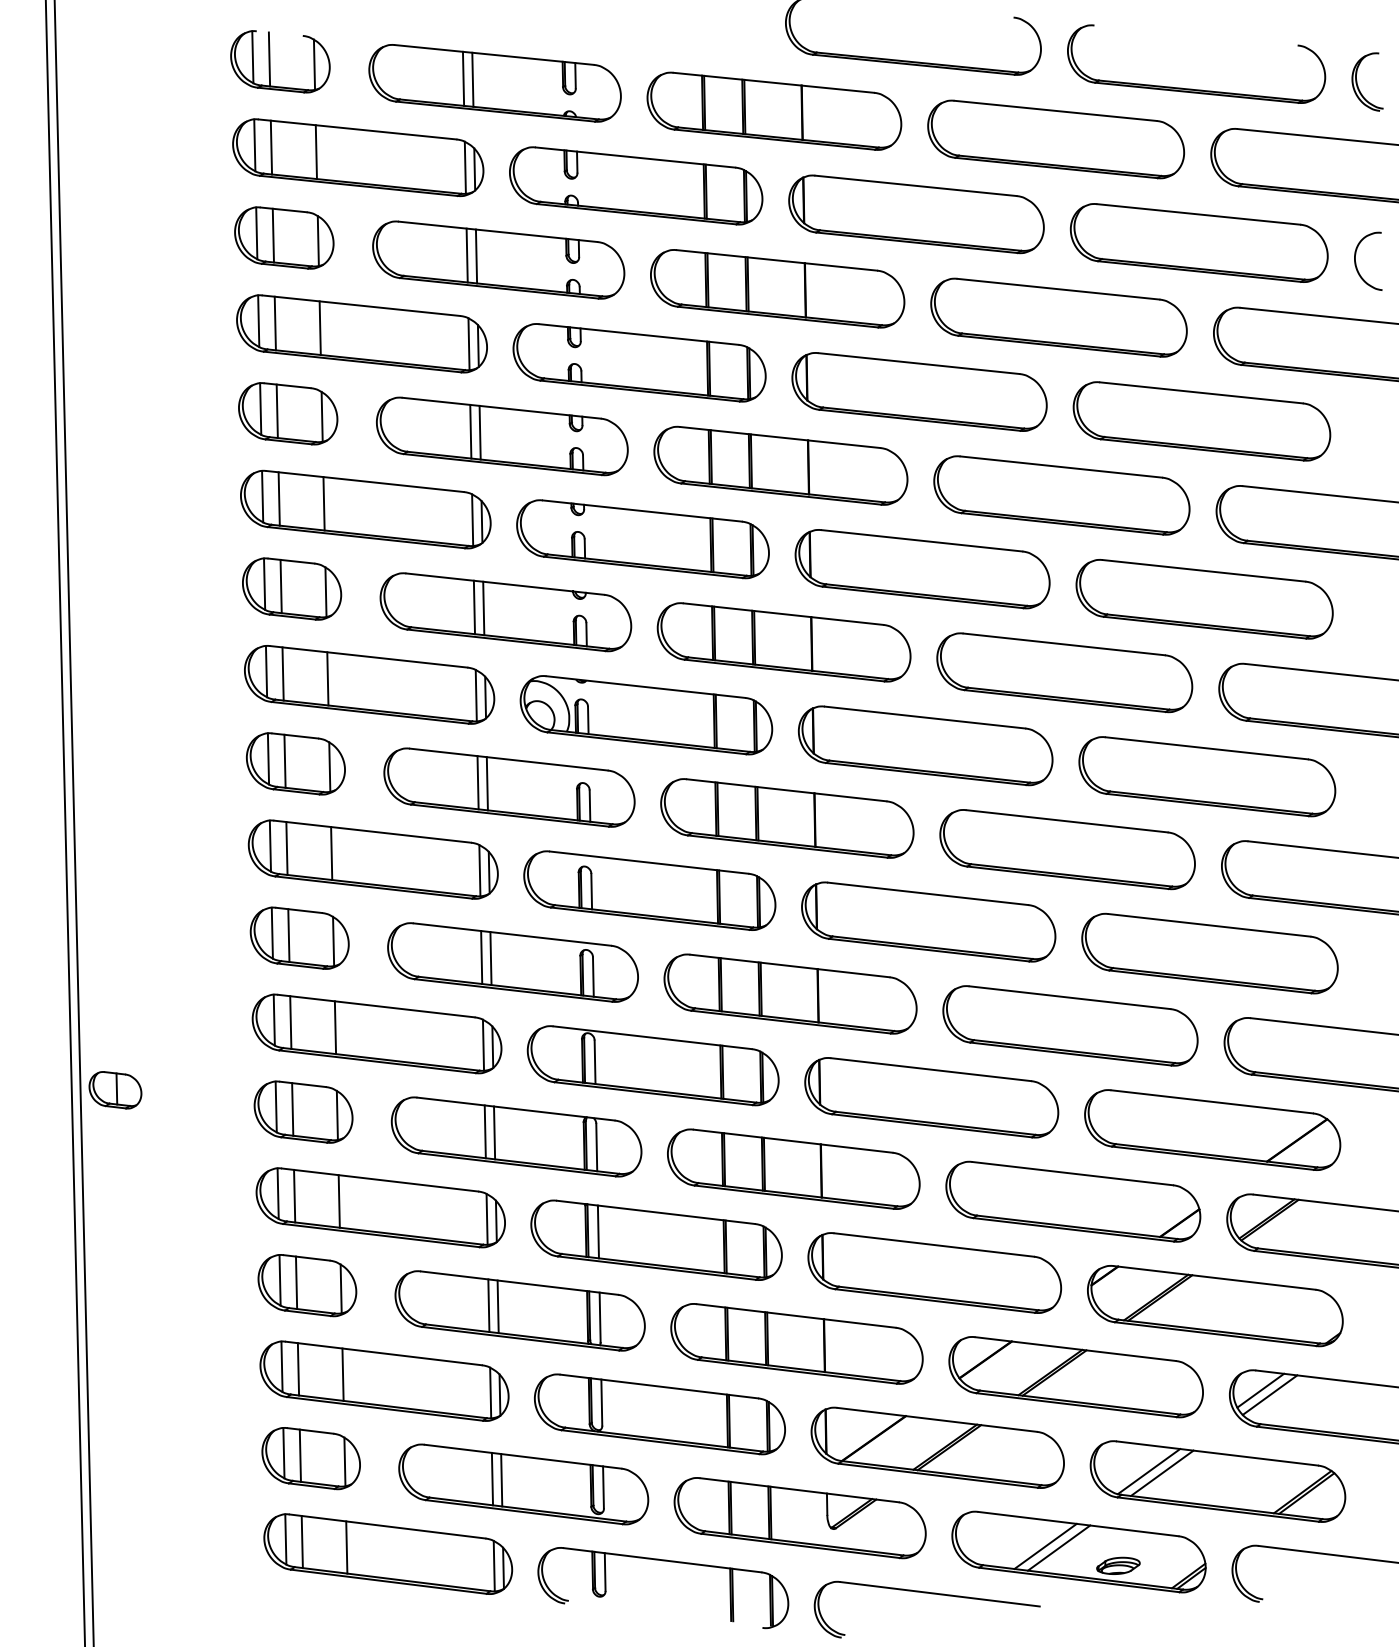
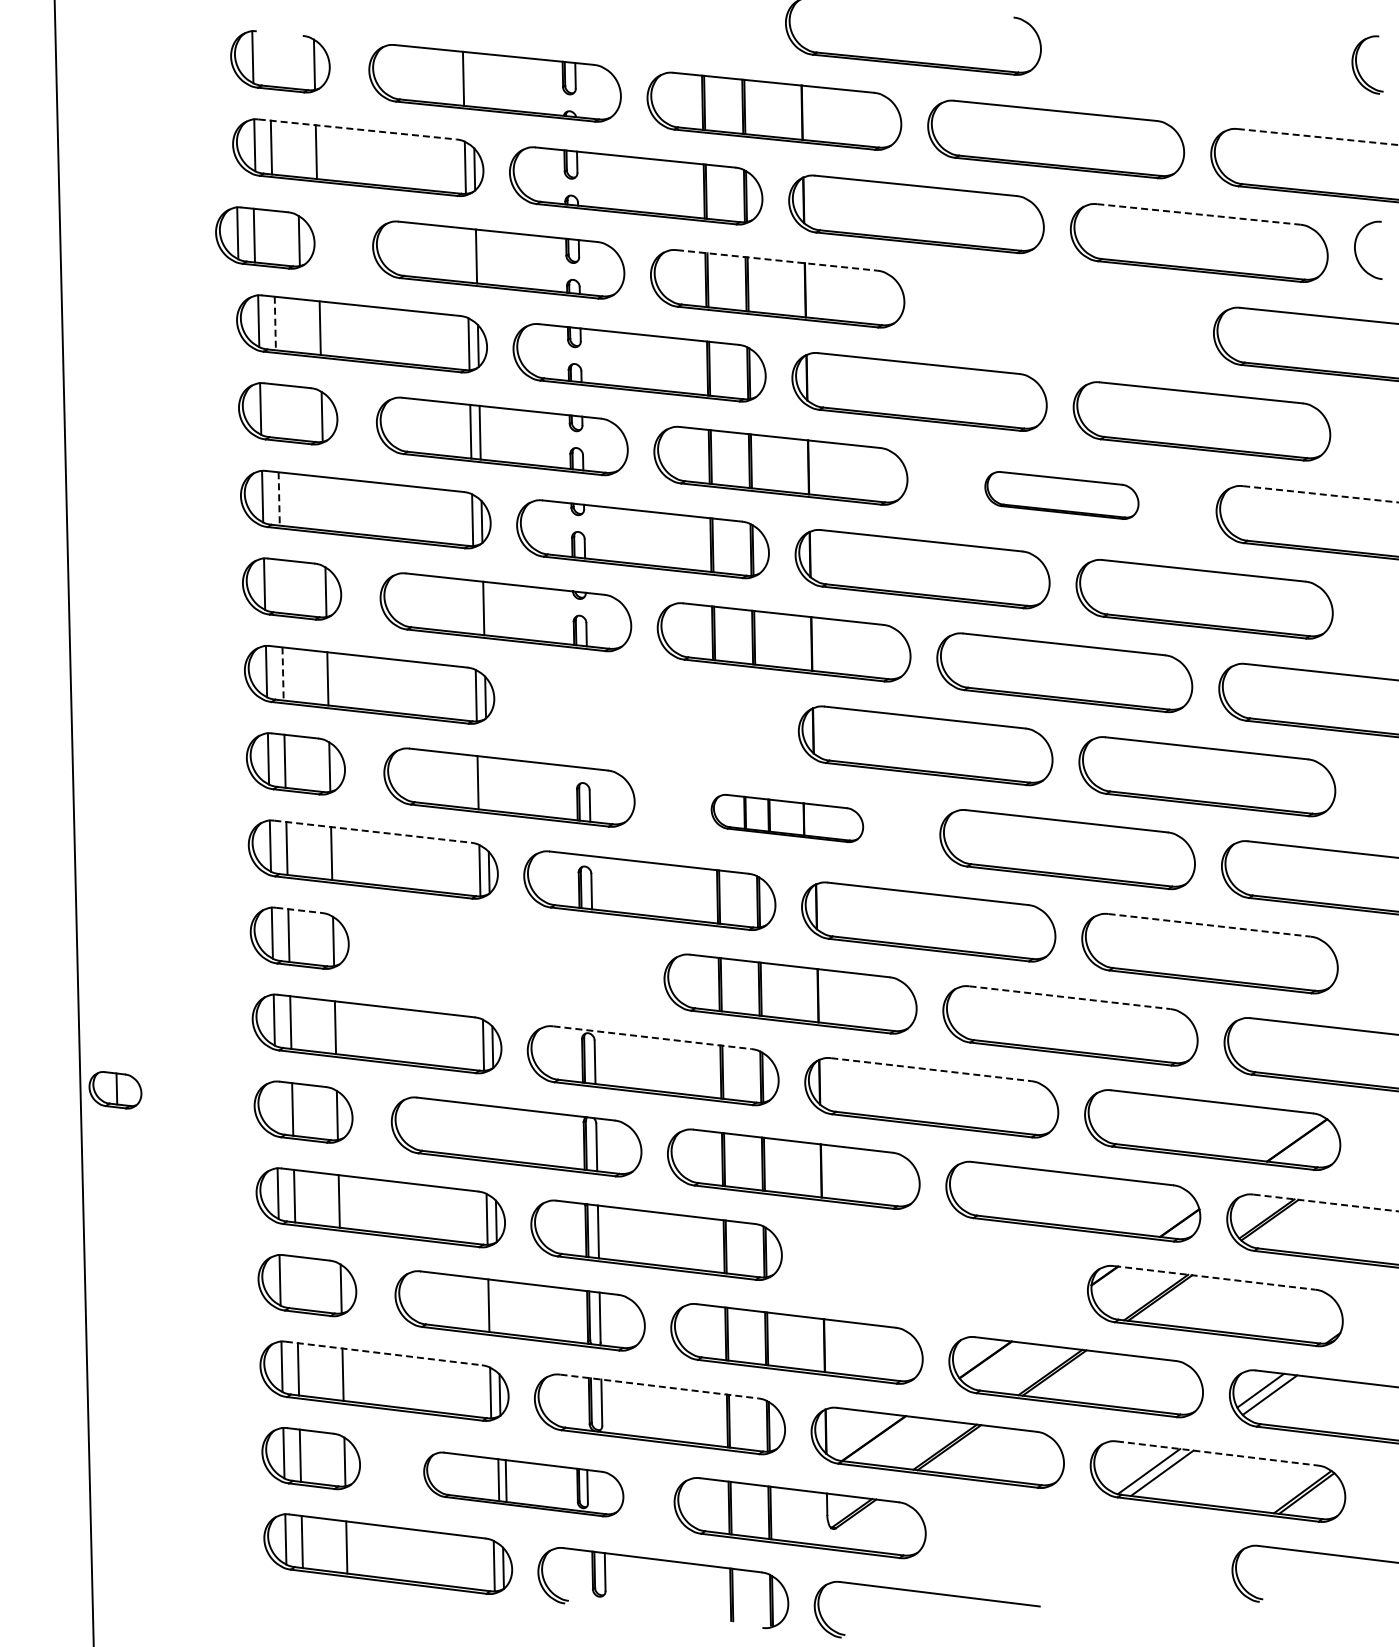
line at (269, 59): present -> none
line at (472, 79): present -> none
part at (1358, 85) position: (1358, 85) -> (1358, 68)
part at (1192, 88): present -> none
line at (358, 129): solid -> dashed
line at (1318, 137): solid -> dashed
line at (1198, 214): solid -> dashed
part at (284, 237) position: (284, 237) -> (265, 237)
line at (466, 255): present -> none
line at (777, 260): solid -> dashed
curve at (1356, 262) position: (1356, 262) -> (1356, 251)
part at (1058, 317): present -> none
line at (275, 323): solid -> dashed
line at (276, 411): present -> none
line at (1321, 494): solid -> dashed
part at (1061, 495) size: 258x81 px -> 156x49 px
line at (279, 498): solid -> dashed
line at (323, 503): present -> none
line at (280, 586): present -> none
line at (474, 607): present -> none
line at (283, 673): solid -> dashed
part at (646, 715): present -> none
line at (486, 783): present -> none
part at (787, 818) size: 255x81 px -> 155x50 px
line at (64, 822): present -> none
line at (372, 831): solid -> dashed
line at (299, 910): solid -> dashed
line at (1209, 925): solid -> dashed
part at (512, 962): present -> none
line at (1070, 997): solid -> dashed
line at (652, 1037): solid -> dashed
line at (931, 1069): solid -> dashed
line at (275, 1106): present -> none
line at (484, 1131): present -> none
line at (494, 1132): present -> none
line at (1326, 1203): solid -> dashed
part at (934, 1272): present -> none
line at (1215, 1277): solid -> dashed
line at (296, 1282): present -> none
line at (497, 1306): present -> none
line at (383, 1353): solid -> dashed
line at (659, 1386): solid -> dashed
line at (1217, 1453): solid -> dashed
part at (523, 1484) size: 252x83 px -> 202x67 px
part at (1078, 1551): present -> none
